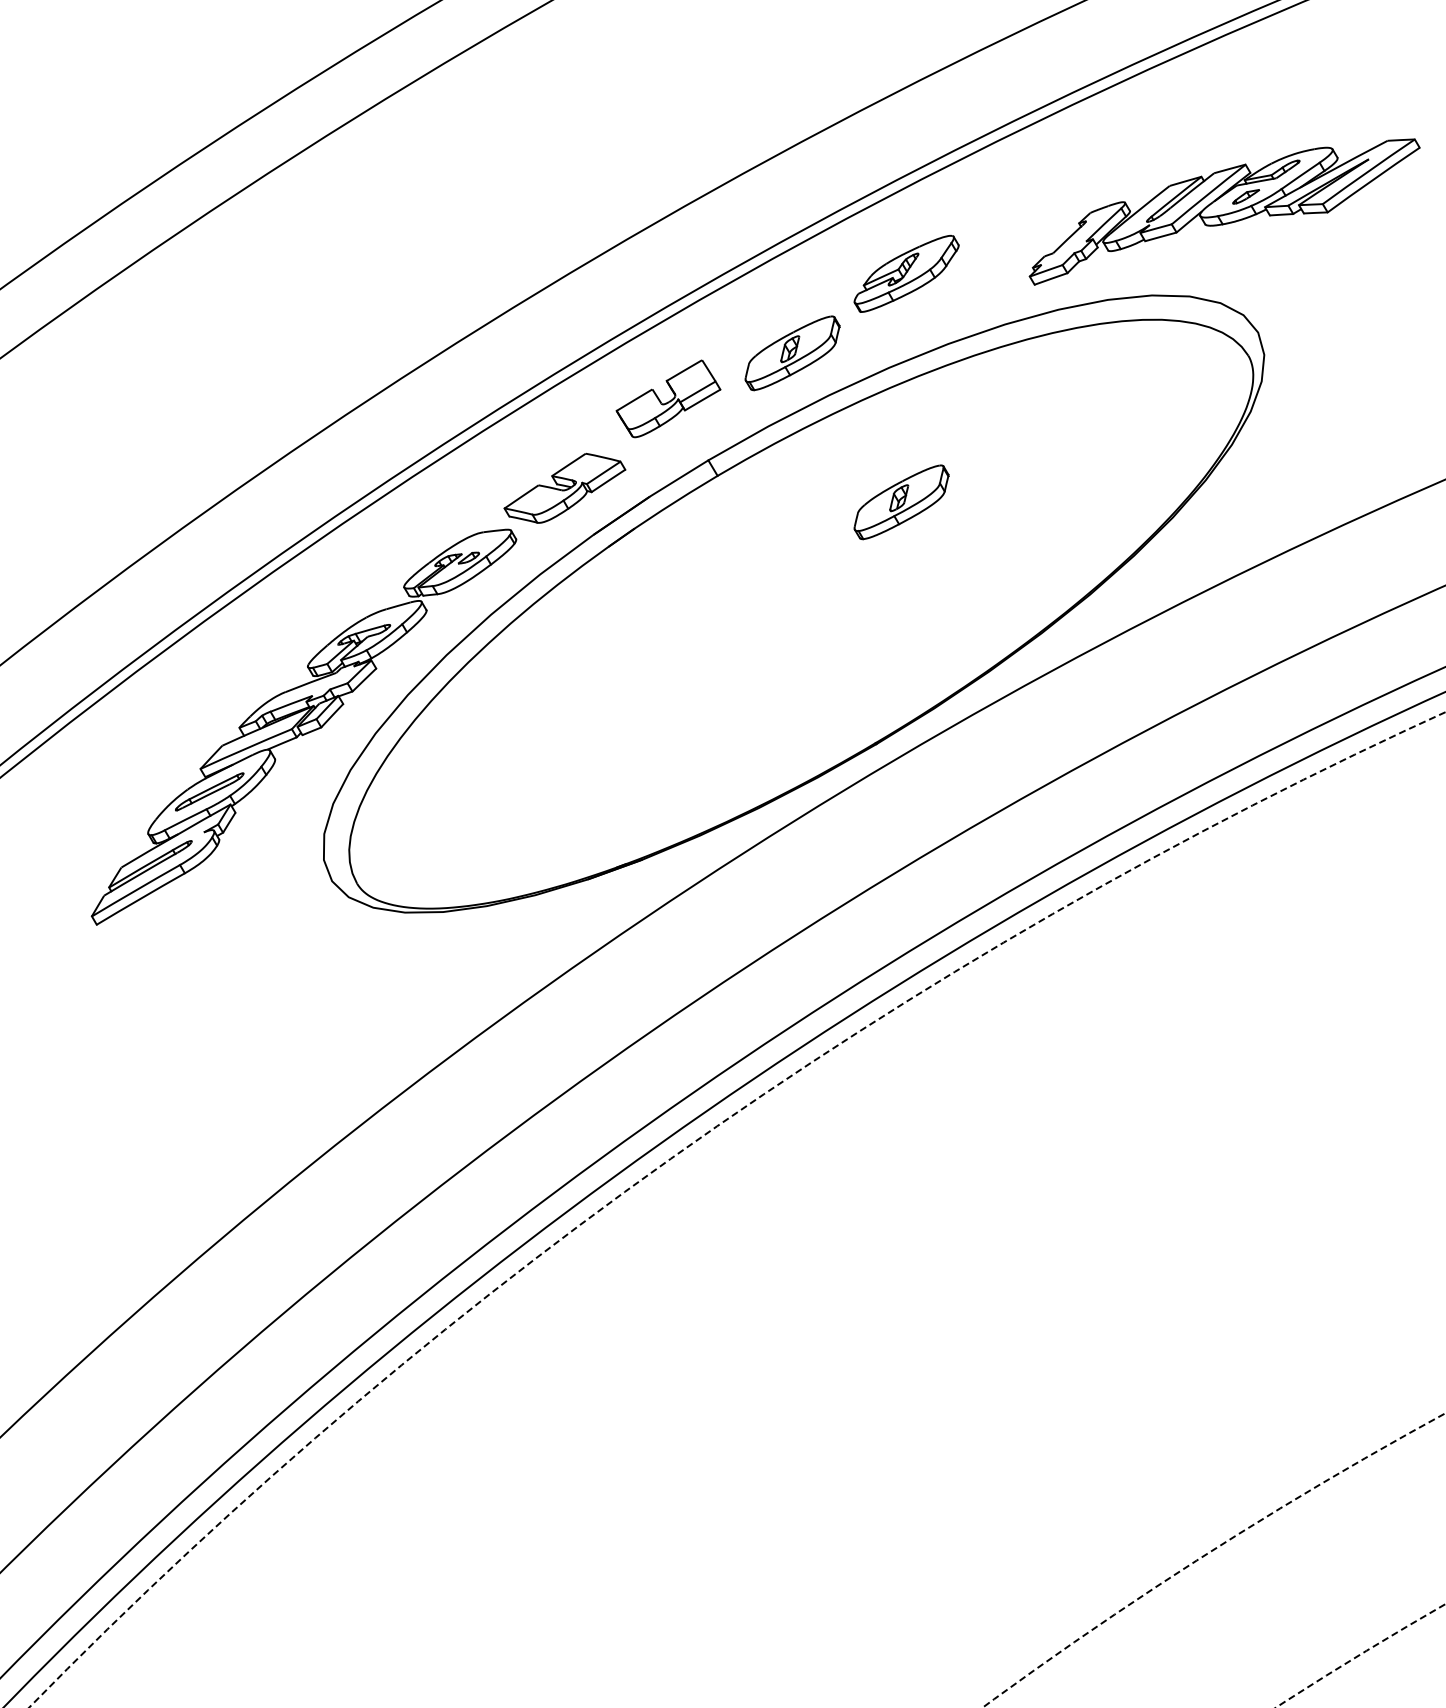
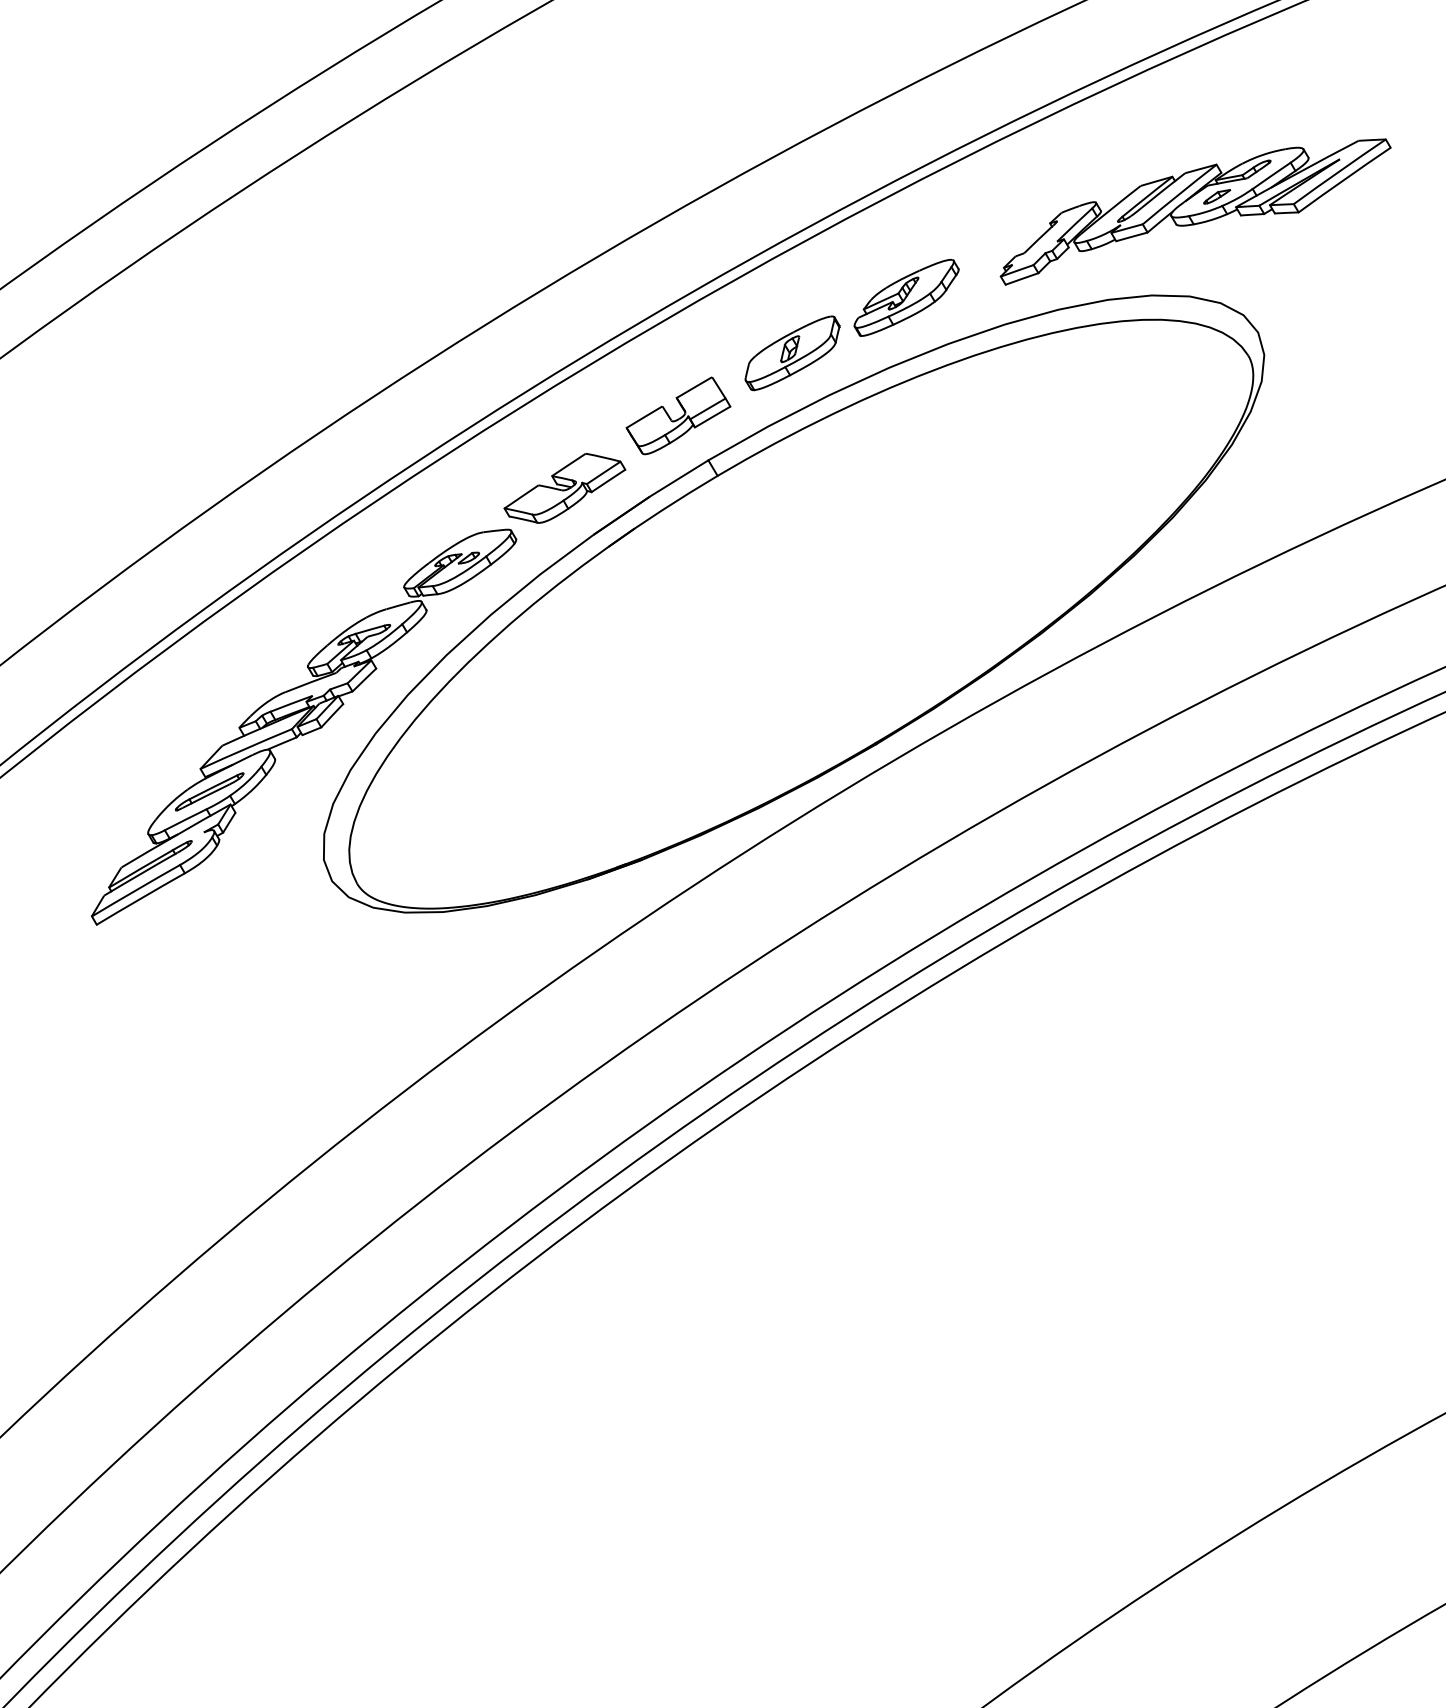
part at (1224, 211) position: (1224, 211) -> (1195, 211)
part at (906, 273) position: (906, 273) -> (906, 297)
part at (668, 398) position: (668, 398) -> (678, 415)
part at (901, 502): present -> none
circle at (737, 1209): dashed -> solid
circle at (1213, 1560): dashed -> solid
circle at (1360, 1655): dashed -> solid
